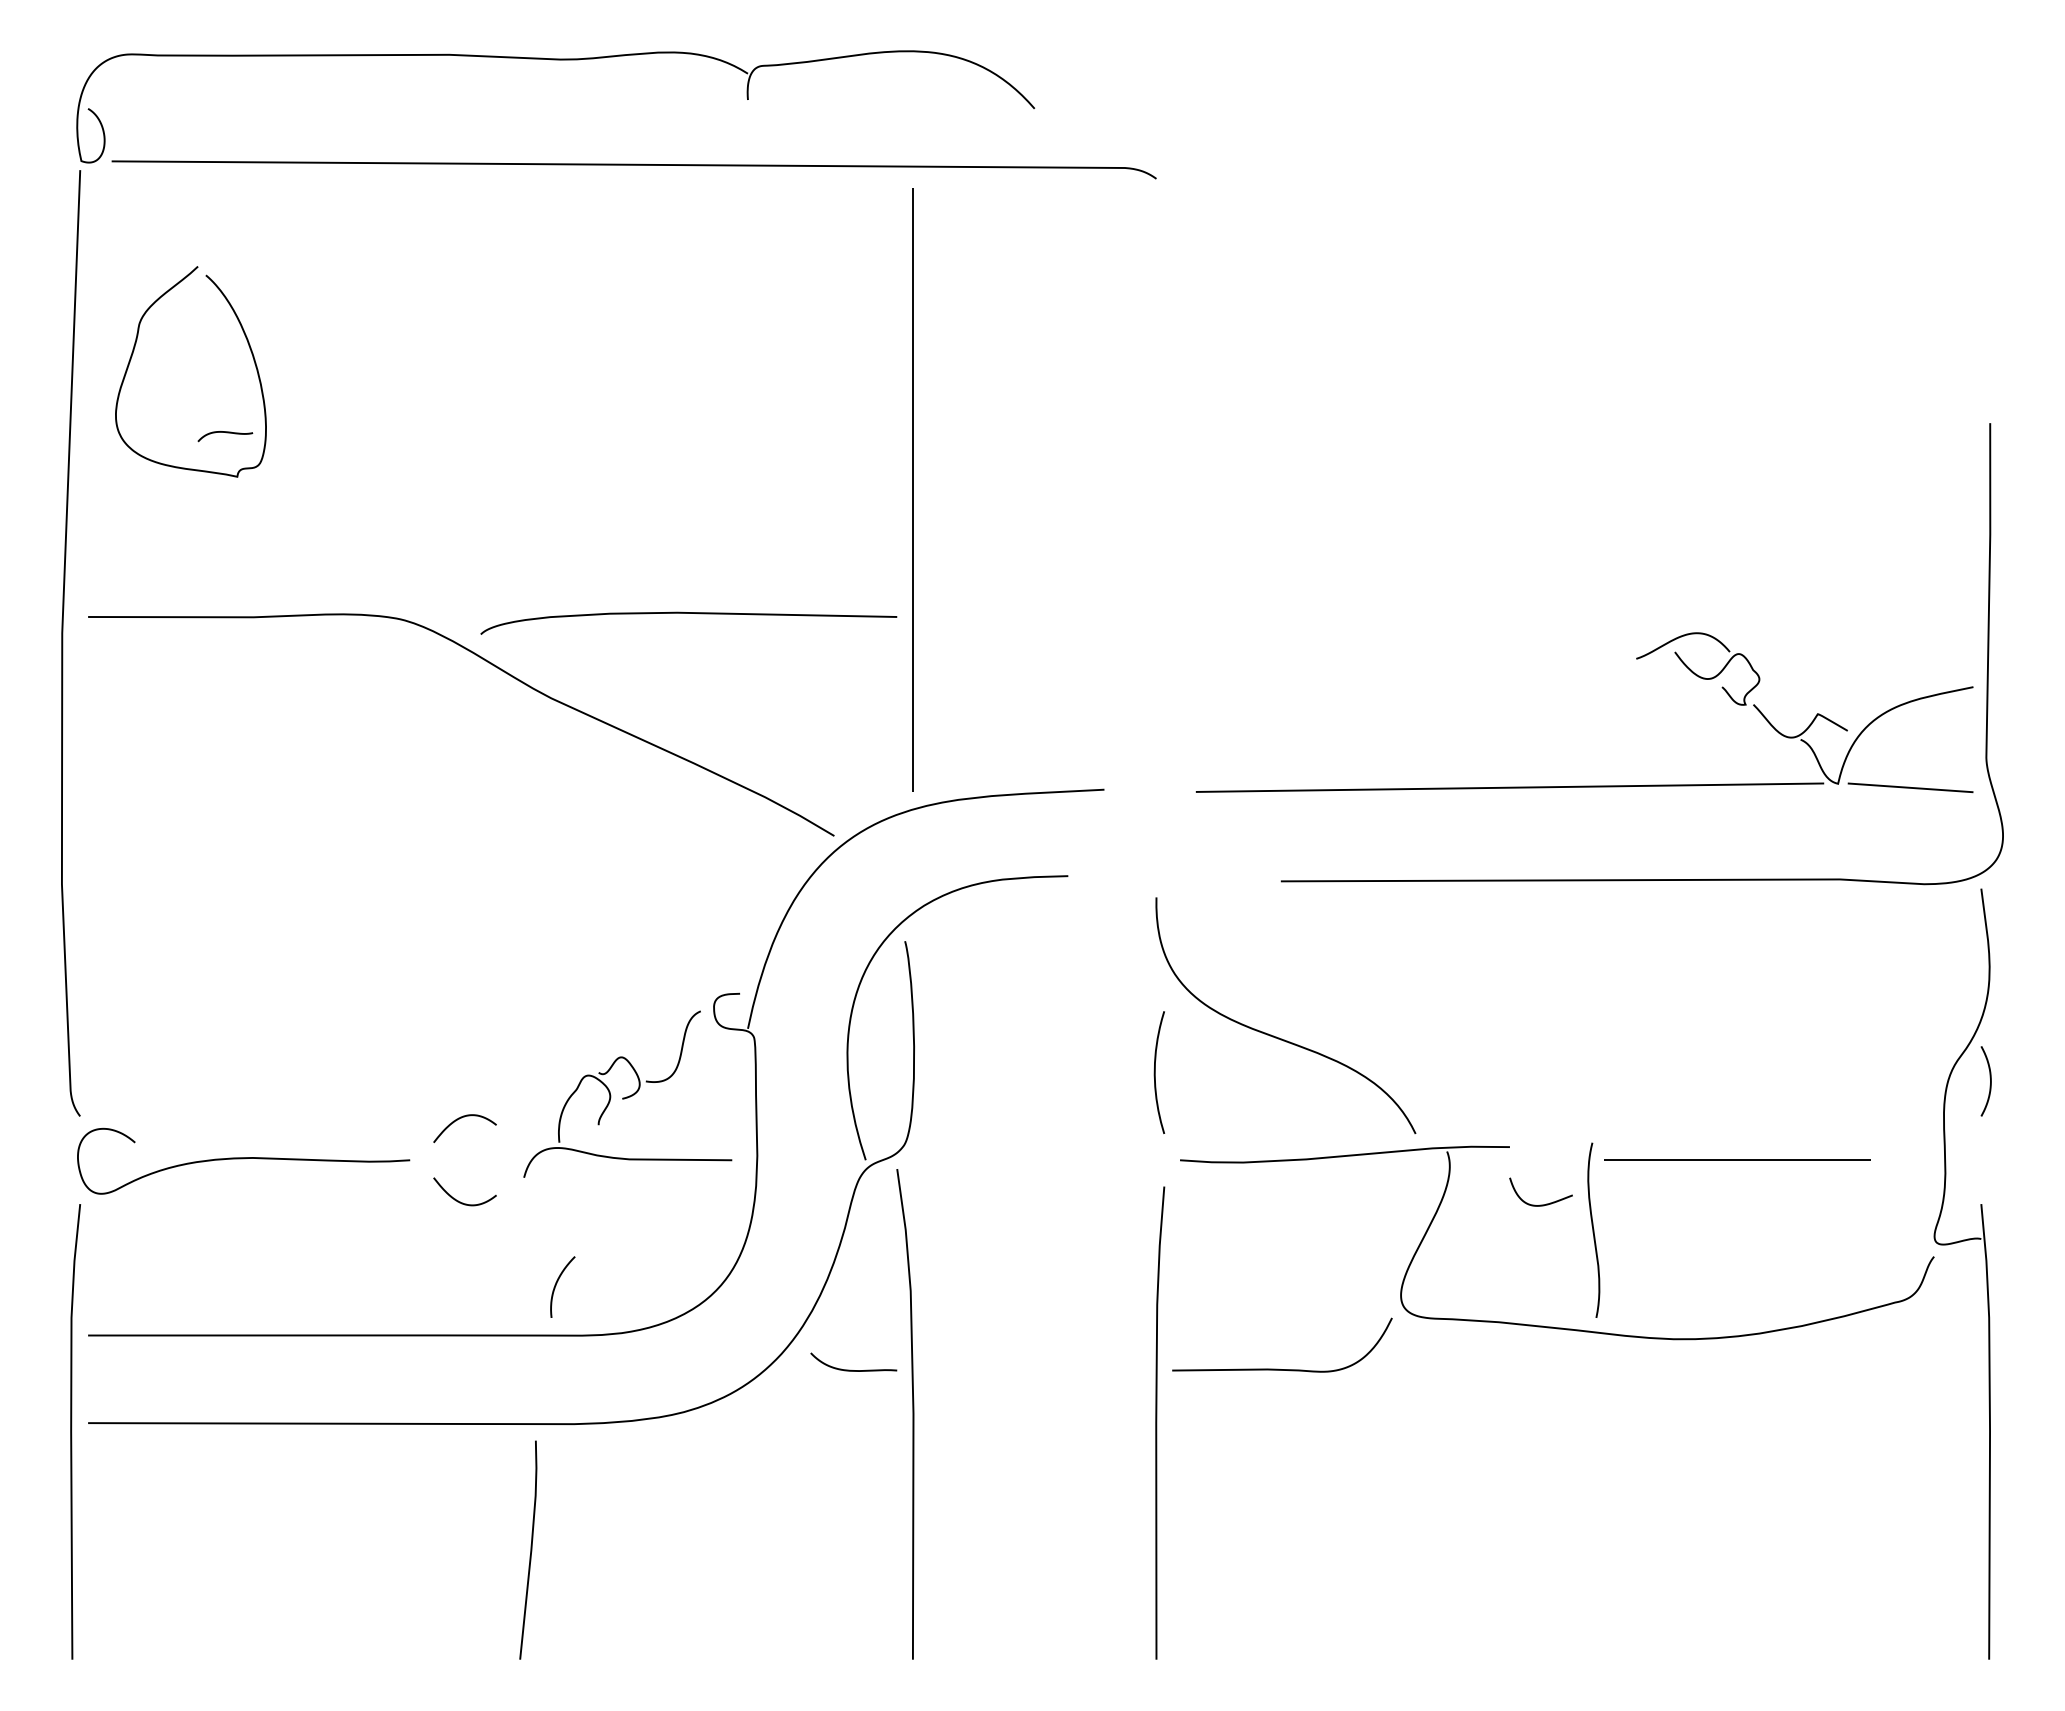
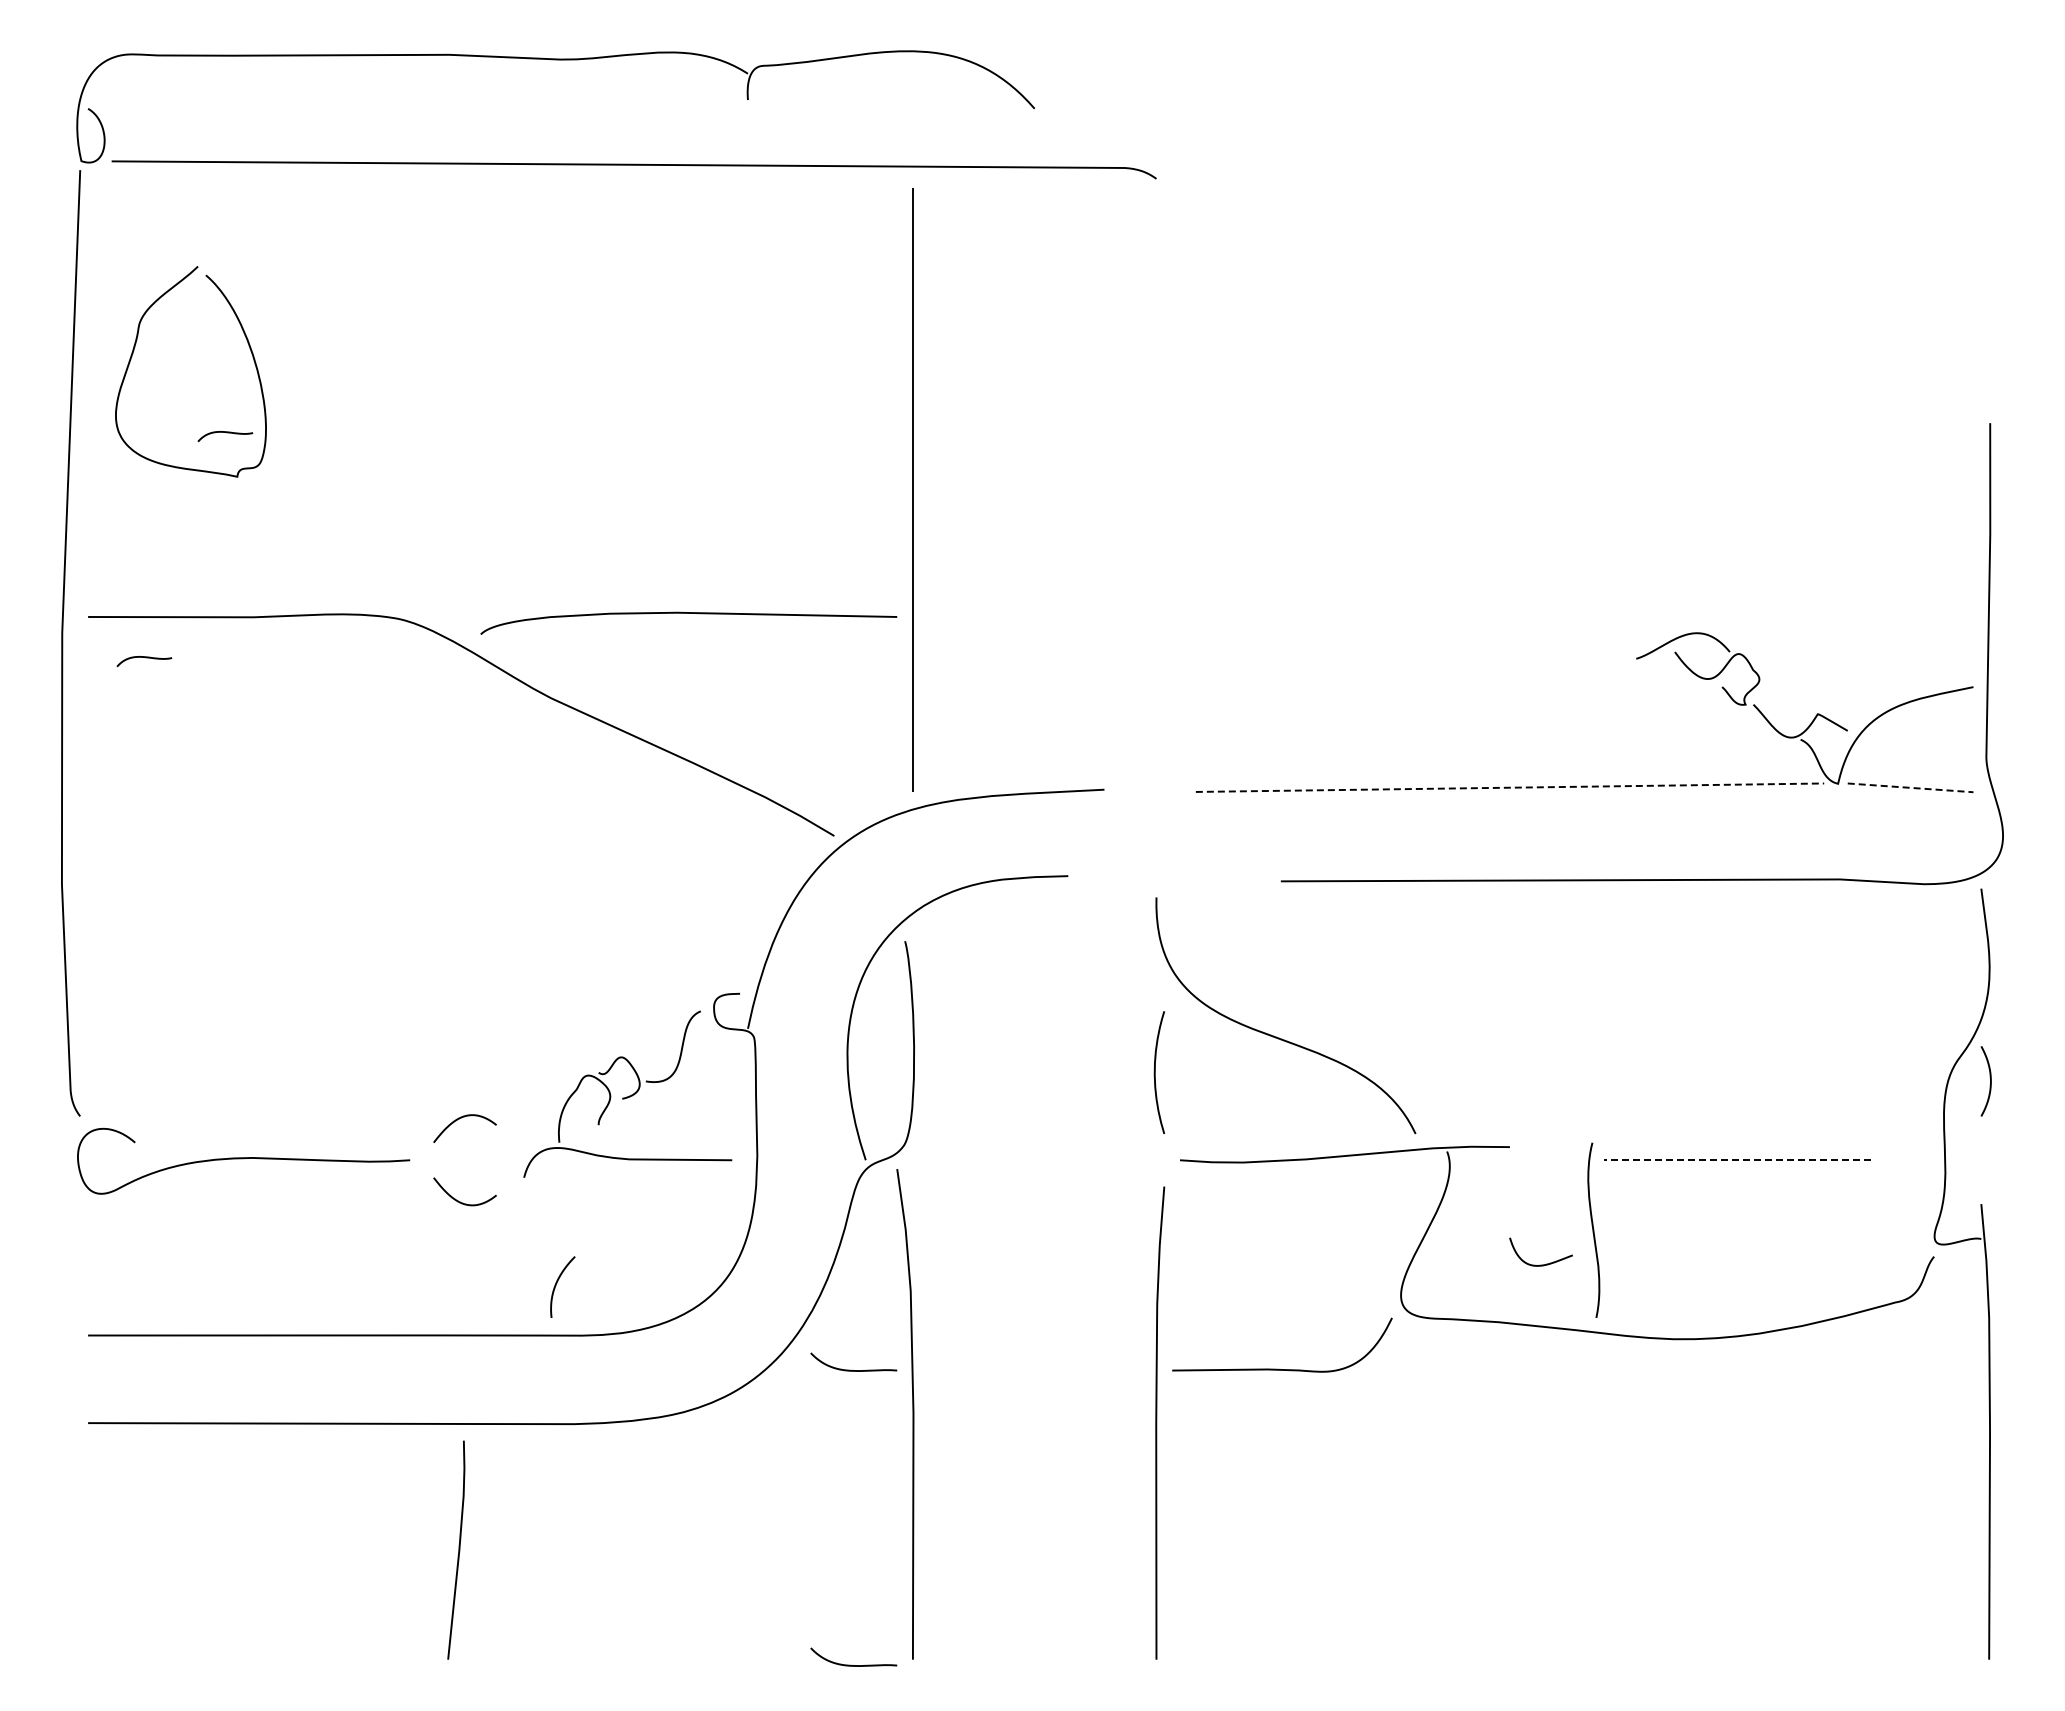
curve at (145, 658): none -> present
line at (1510, 787): solid -> dashed
line at (1911, 787): solid -> dashed
line at (1737, 1160): solid -> dashed
curve at (1540, 1204) position: (1540, 1204) -> (1540, 1264)
line at (72, 1431): present -> none
line at (530, 1549) position: (530, 1549) -> (458, 1549)
curve at (850, 1664): none -> present
